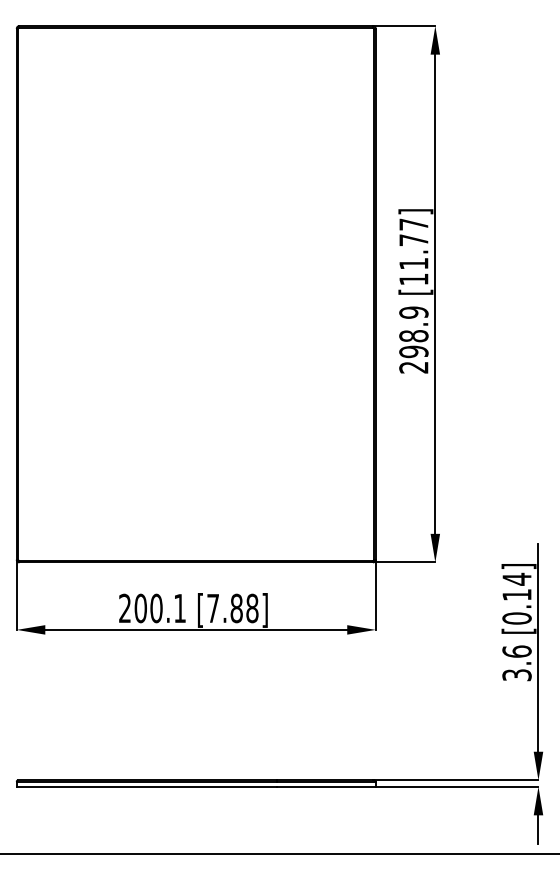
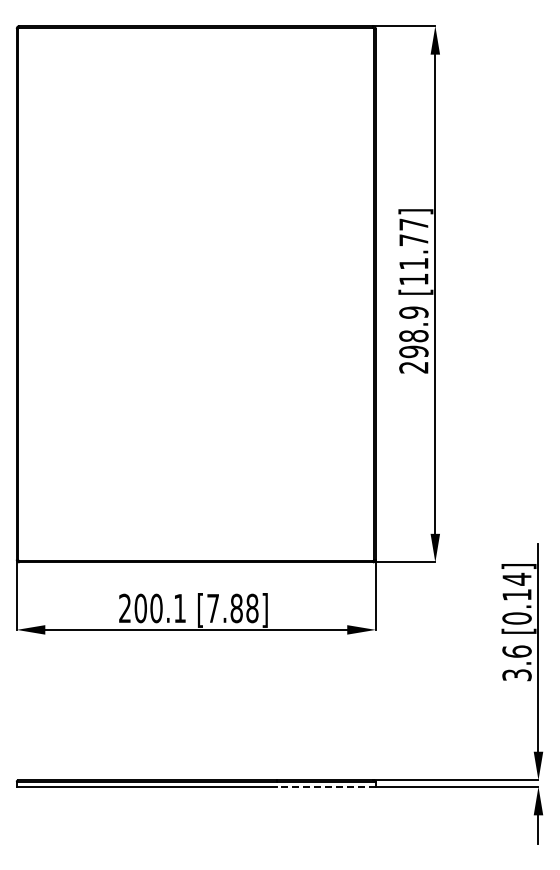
line at (326, 786): solid -> dashed
line at (279, 853): present -> none
